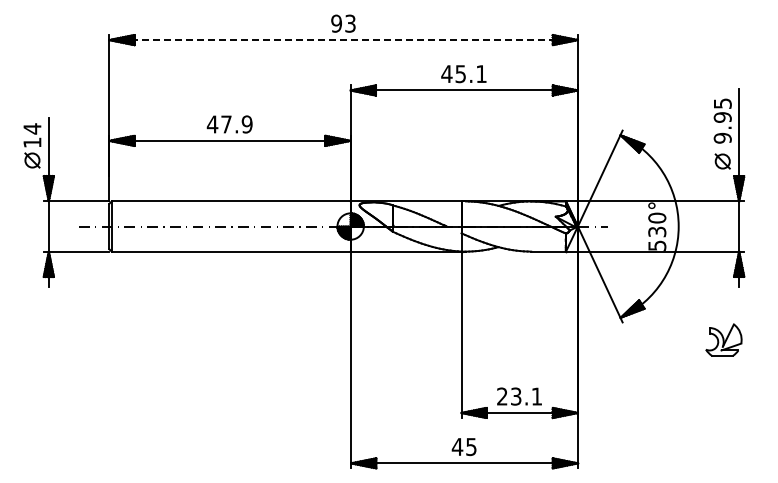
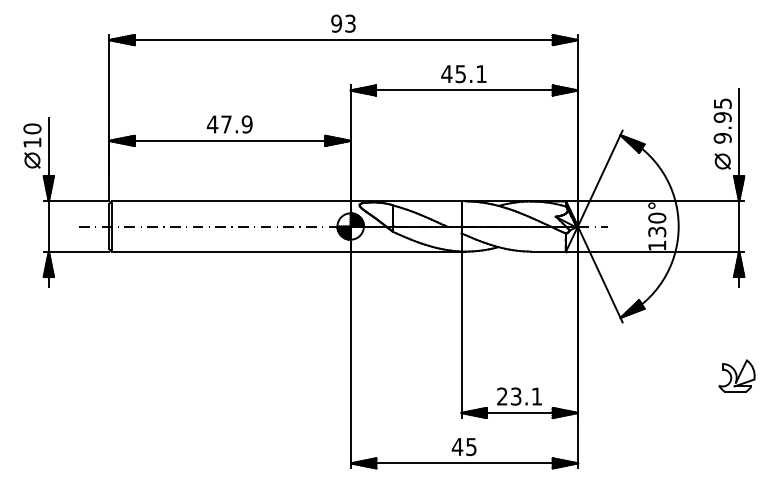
line at (344, 40): dashed -> solid
text at (32, 128): 14 -> 10
text at (657, 245): 530° -> 130°
part at (723, 339) position: (723, 339) -> (736, 375)
